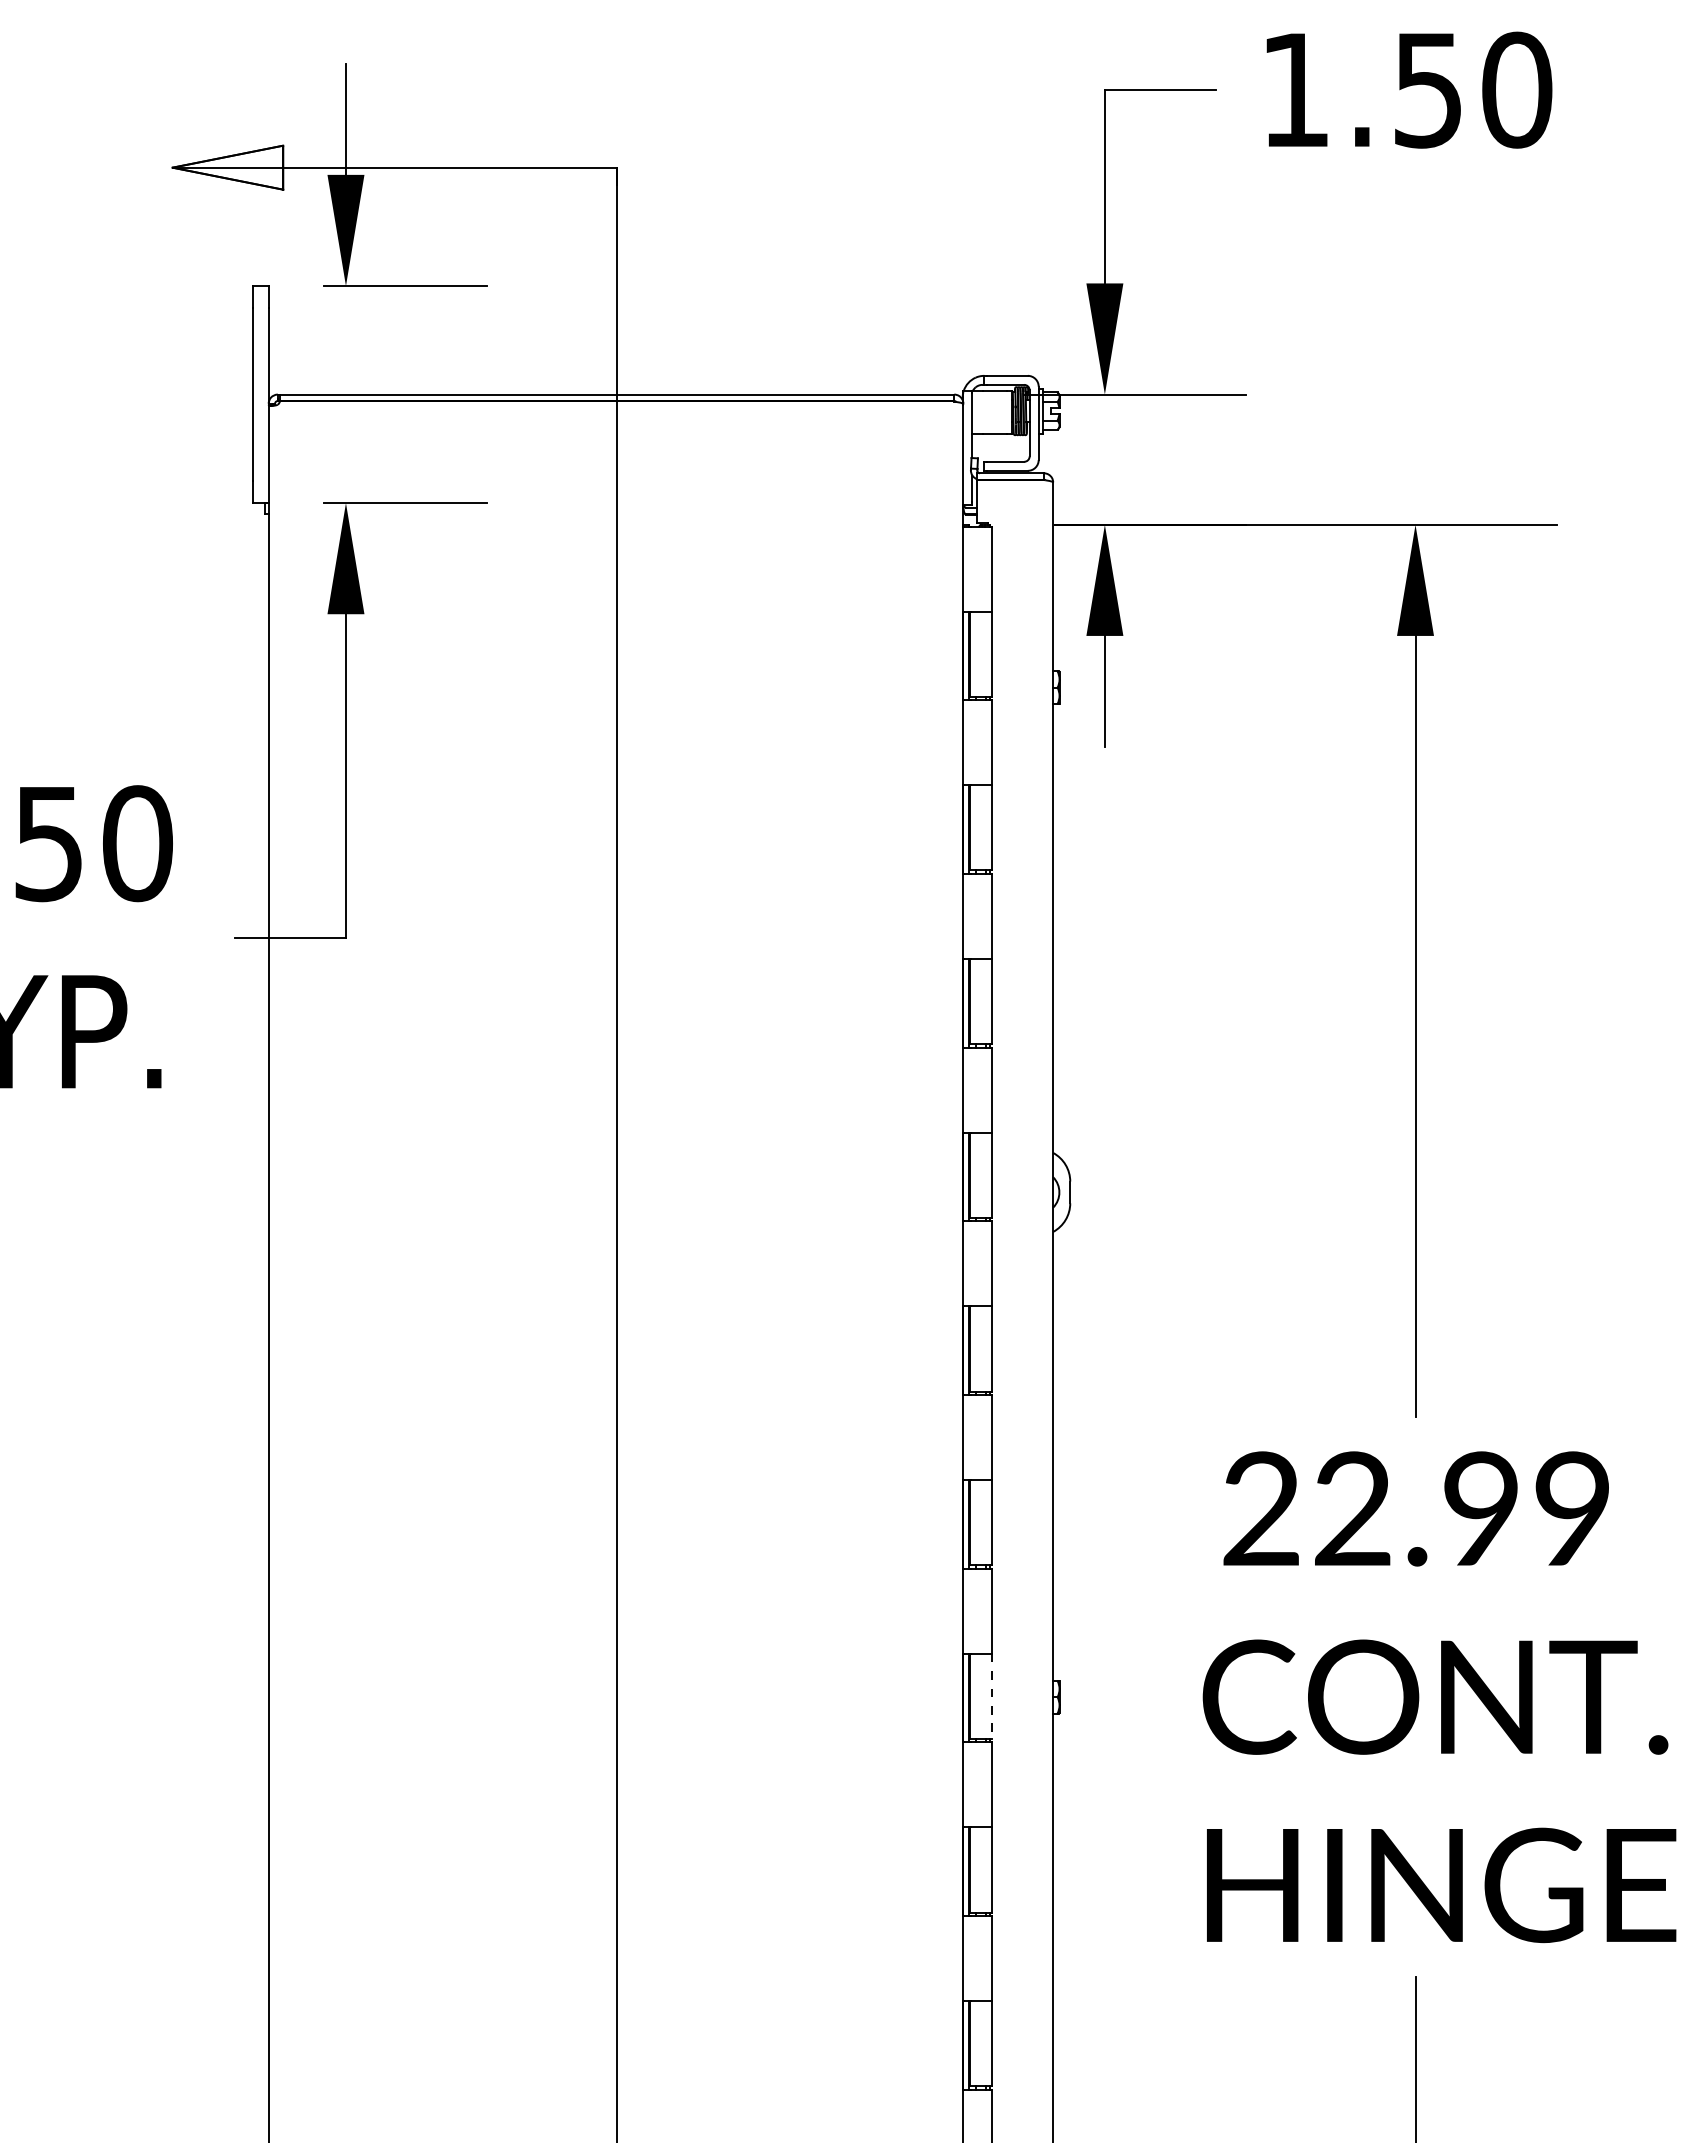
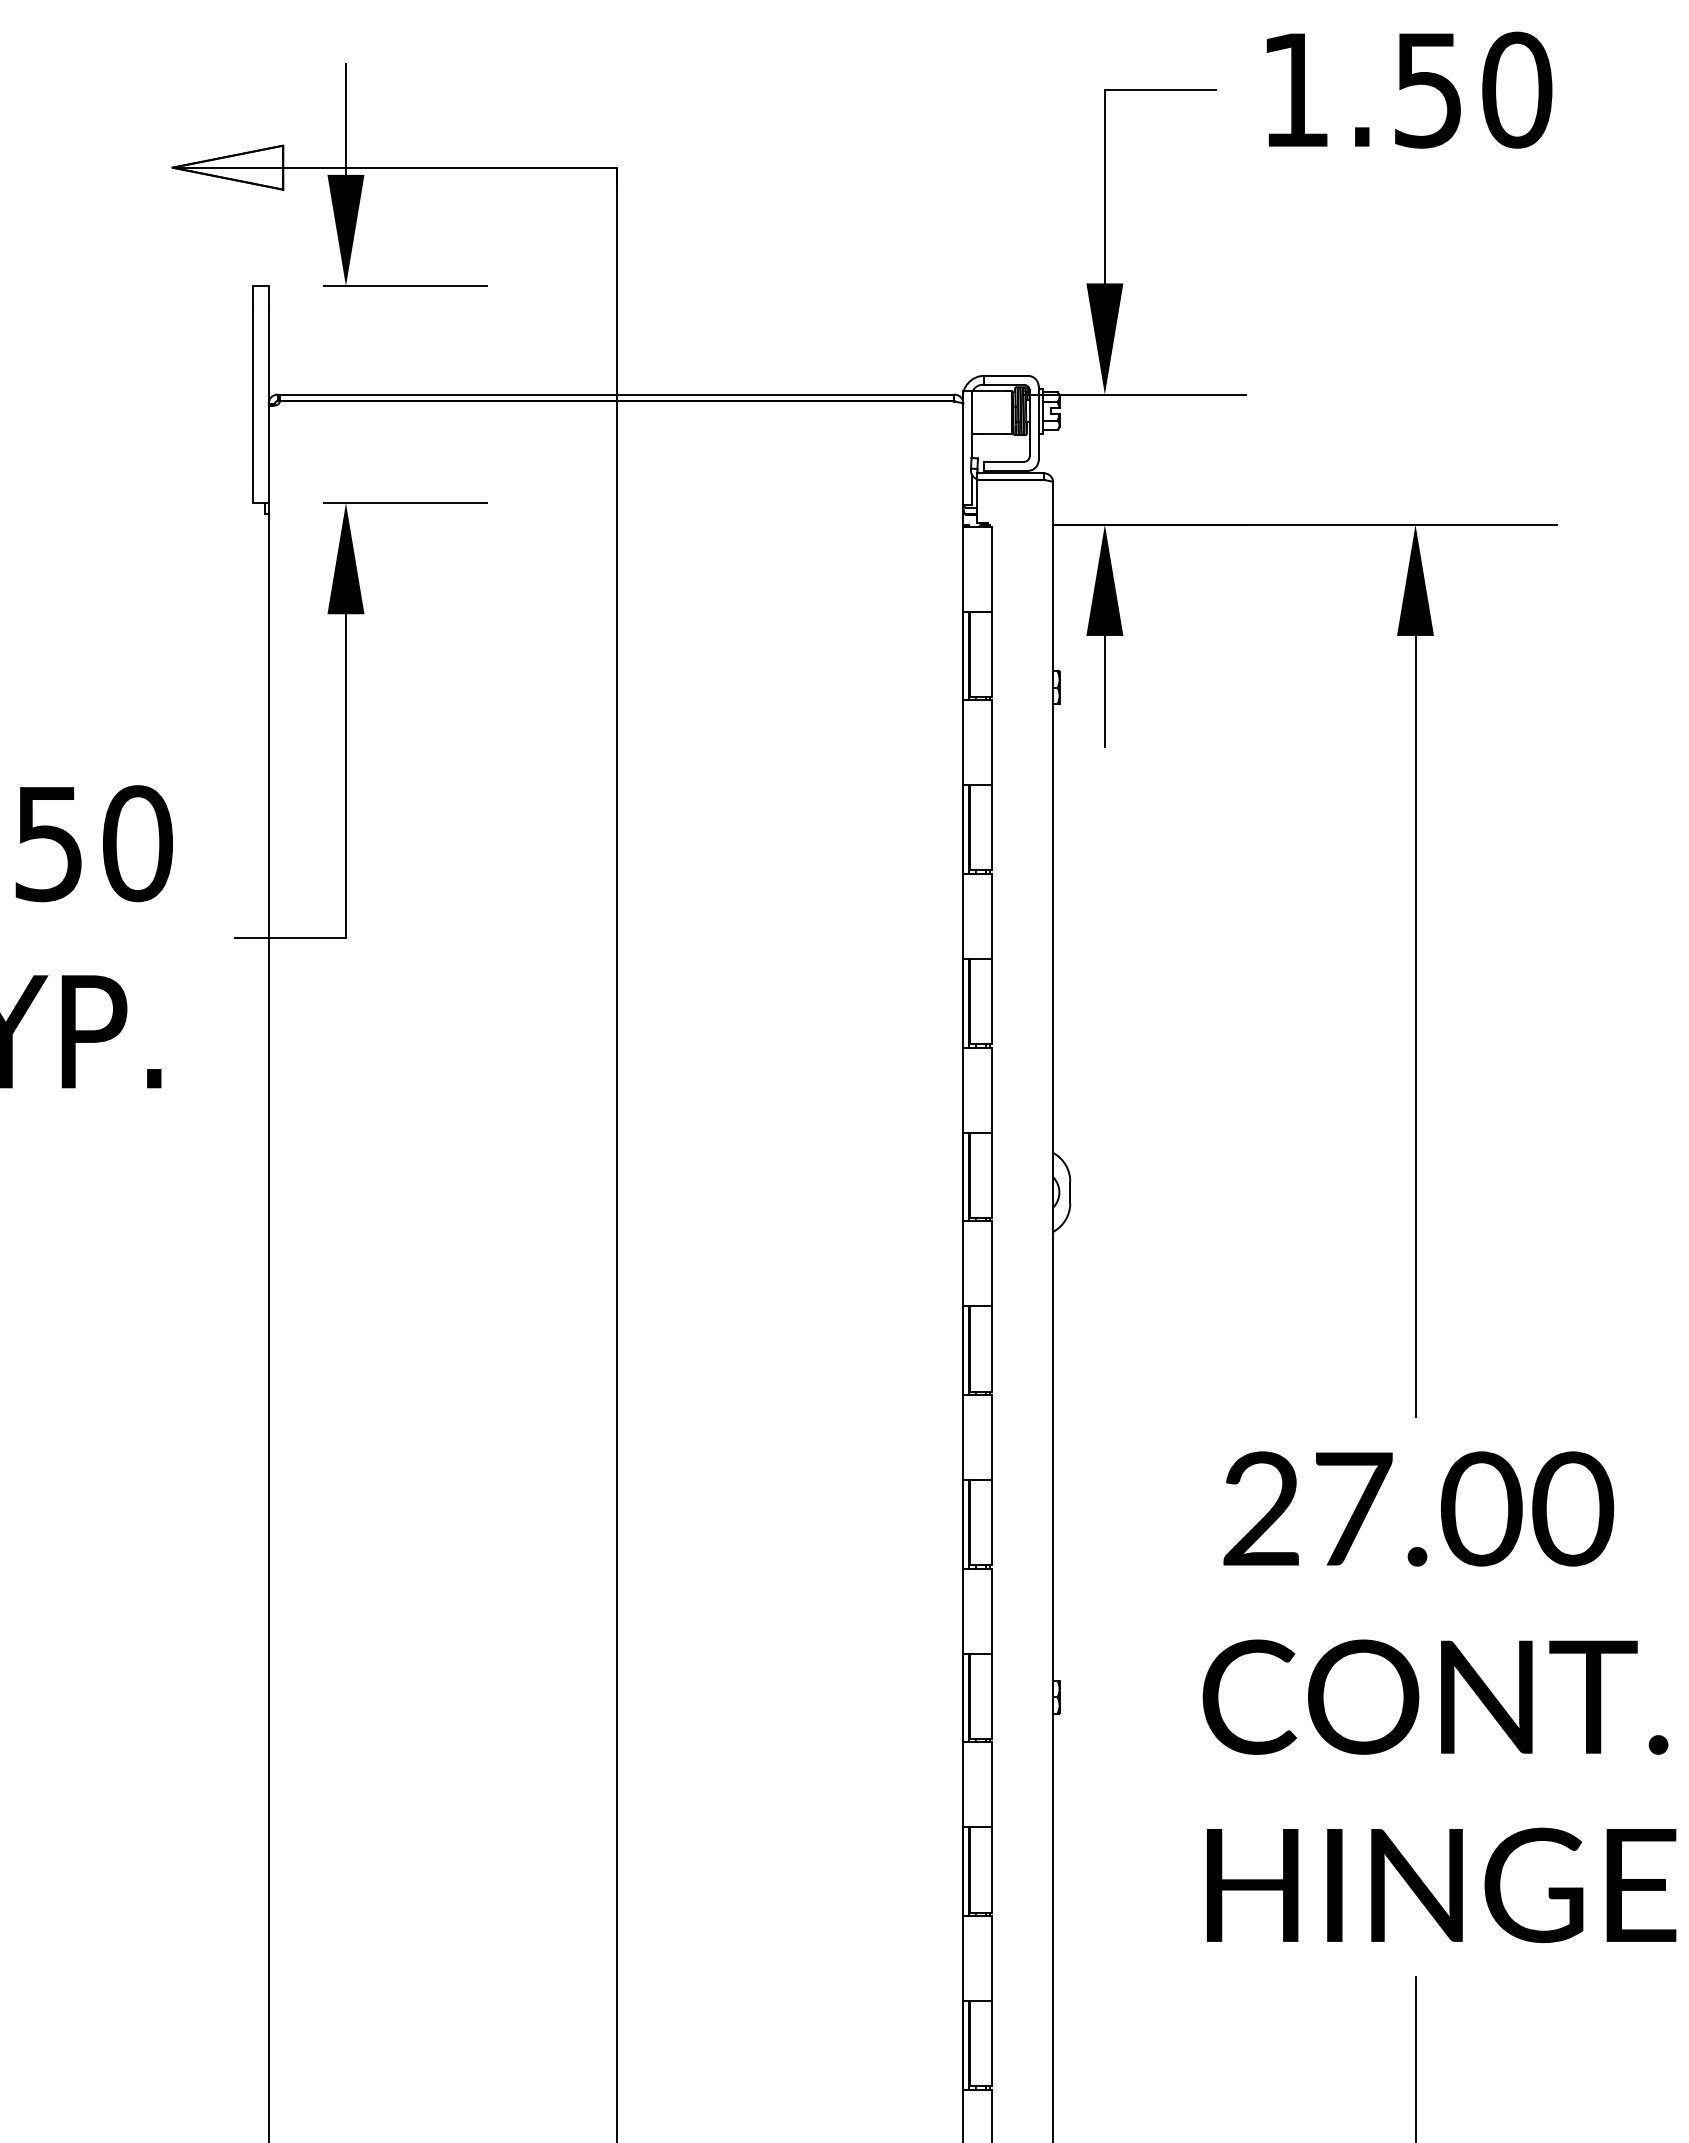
text at (1464, 1508): 22.99 -> 27.00
line at (991, 1696): dashed -> solid
